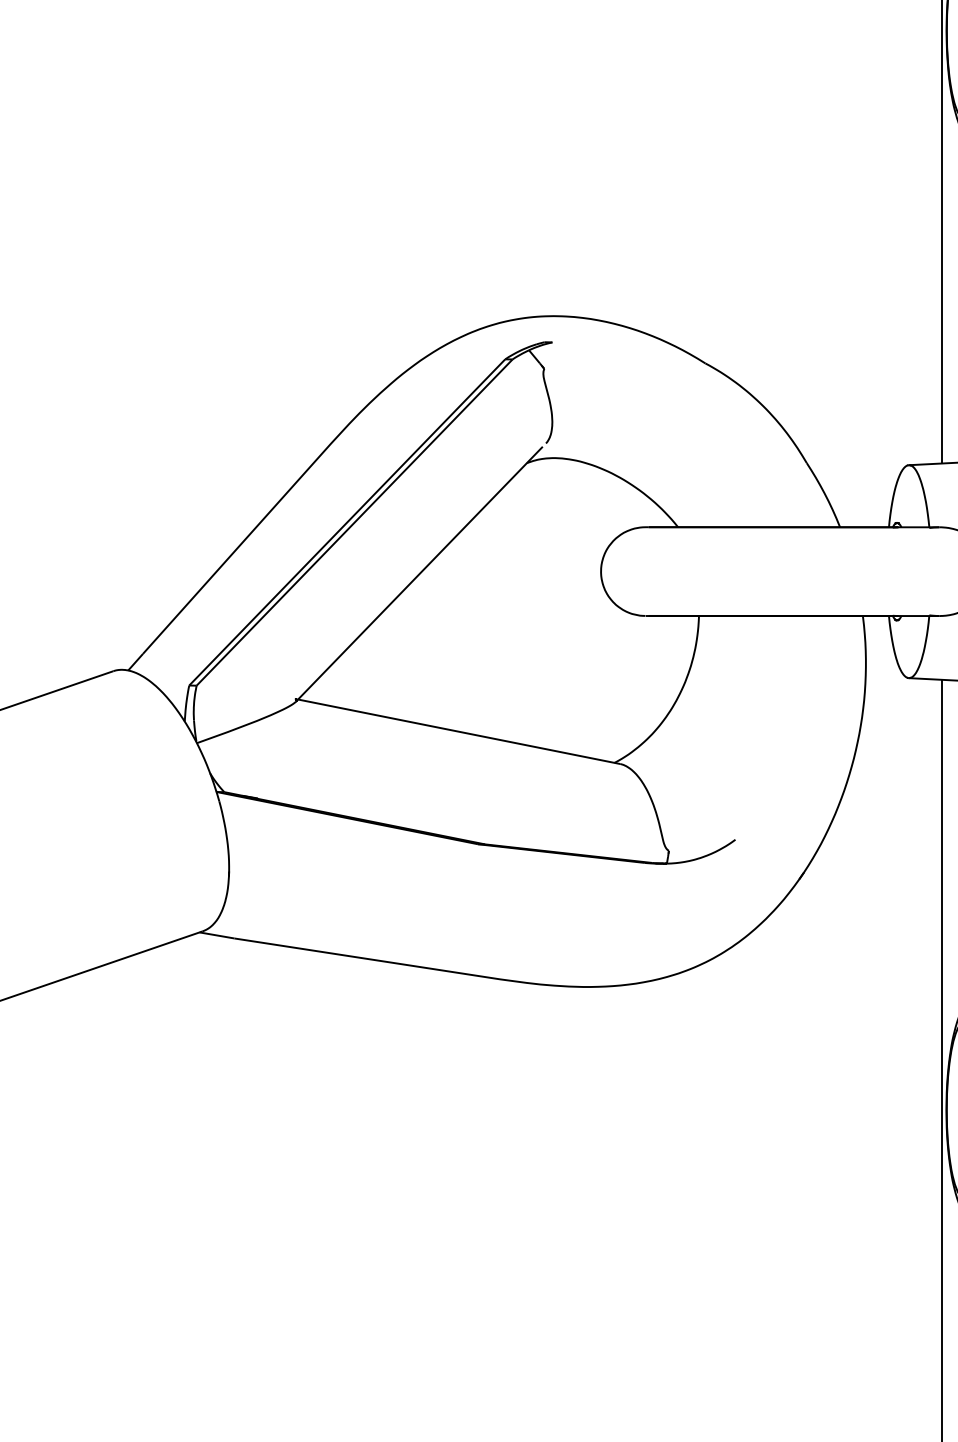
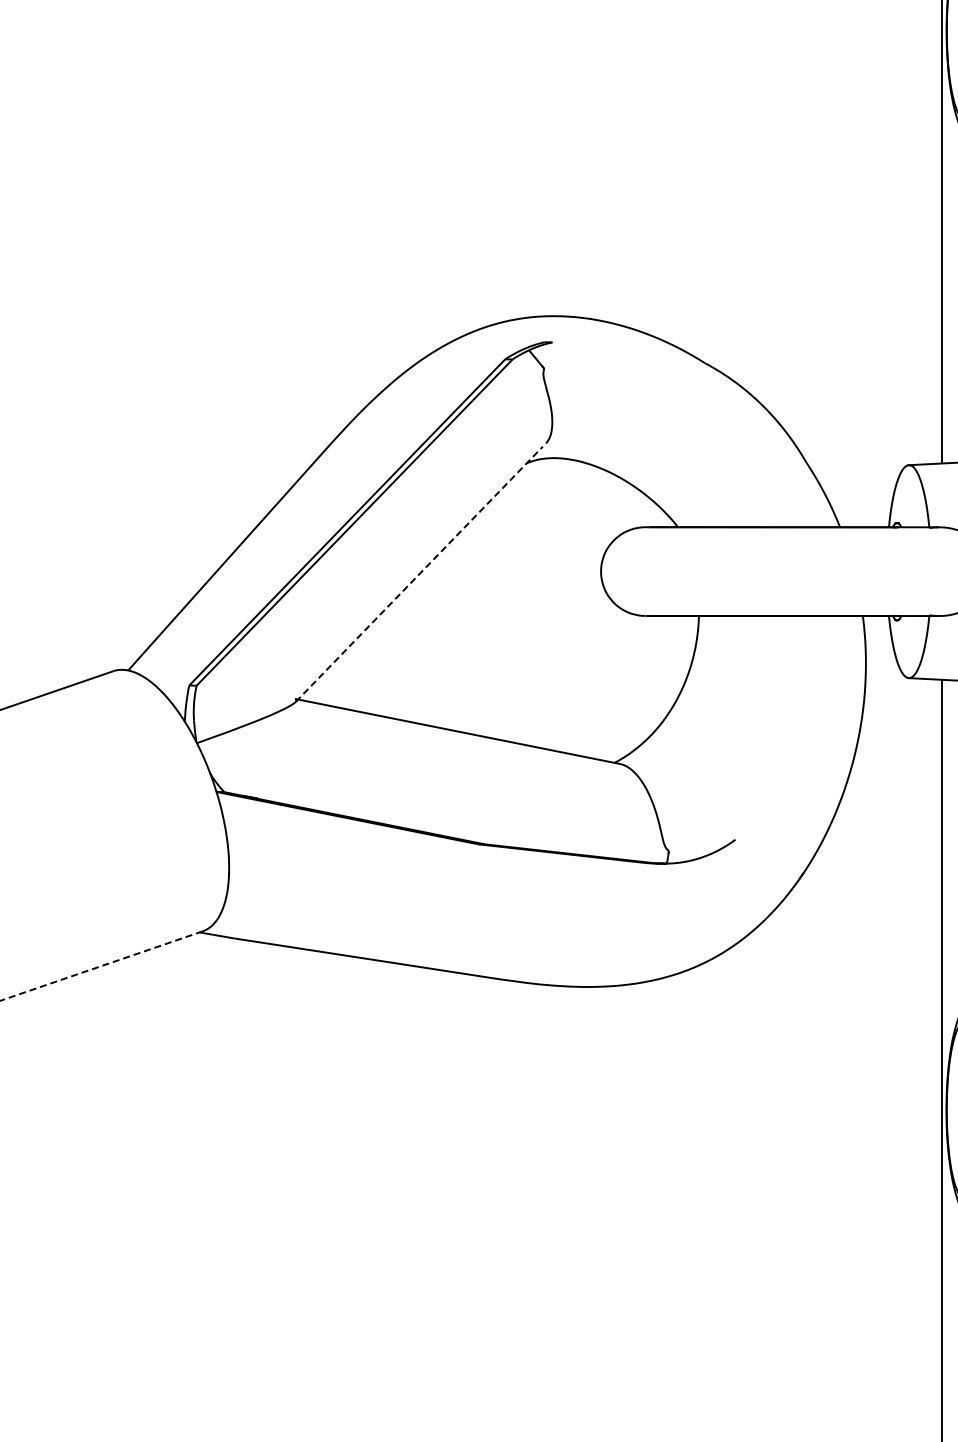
line at (419, 574): solid -> dashed
line at (101, 966): solid -> dashed
